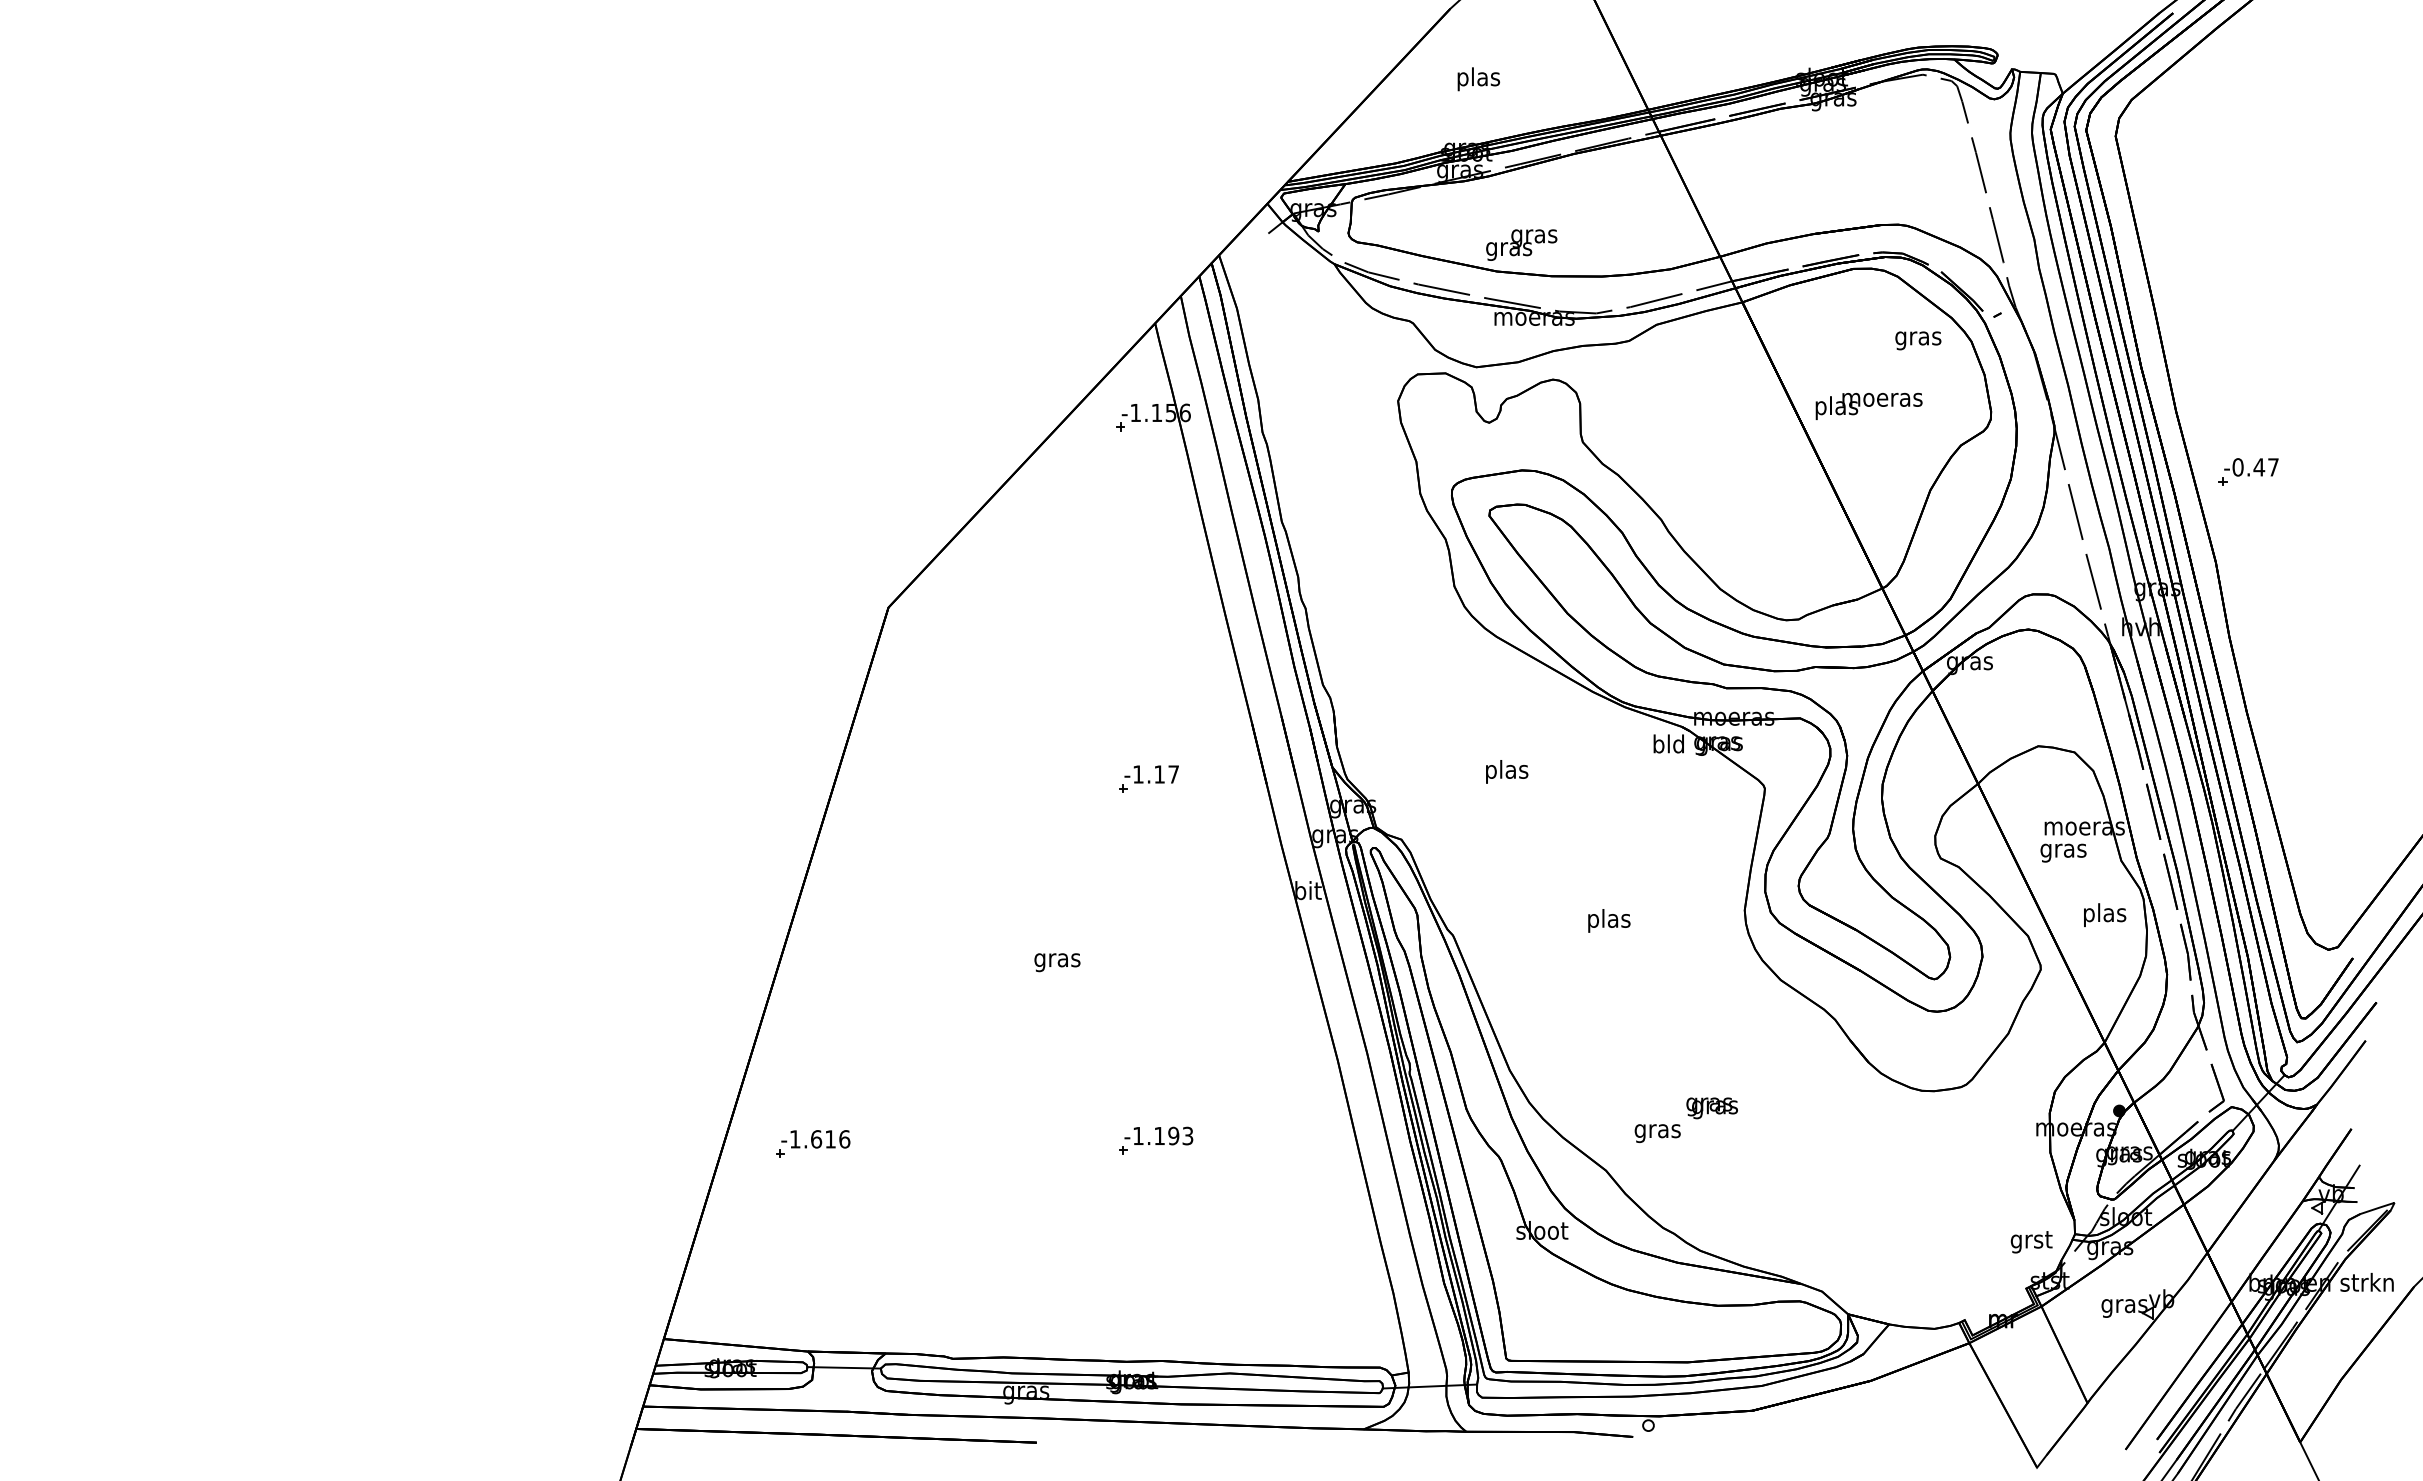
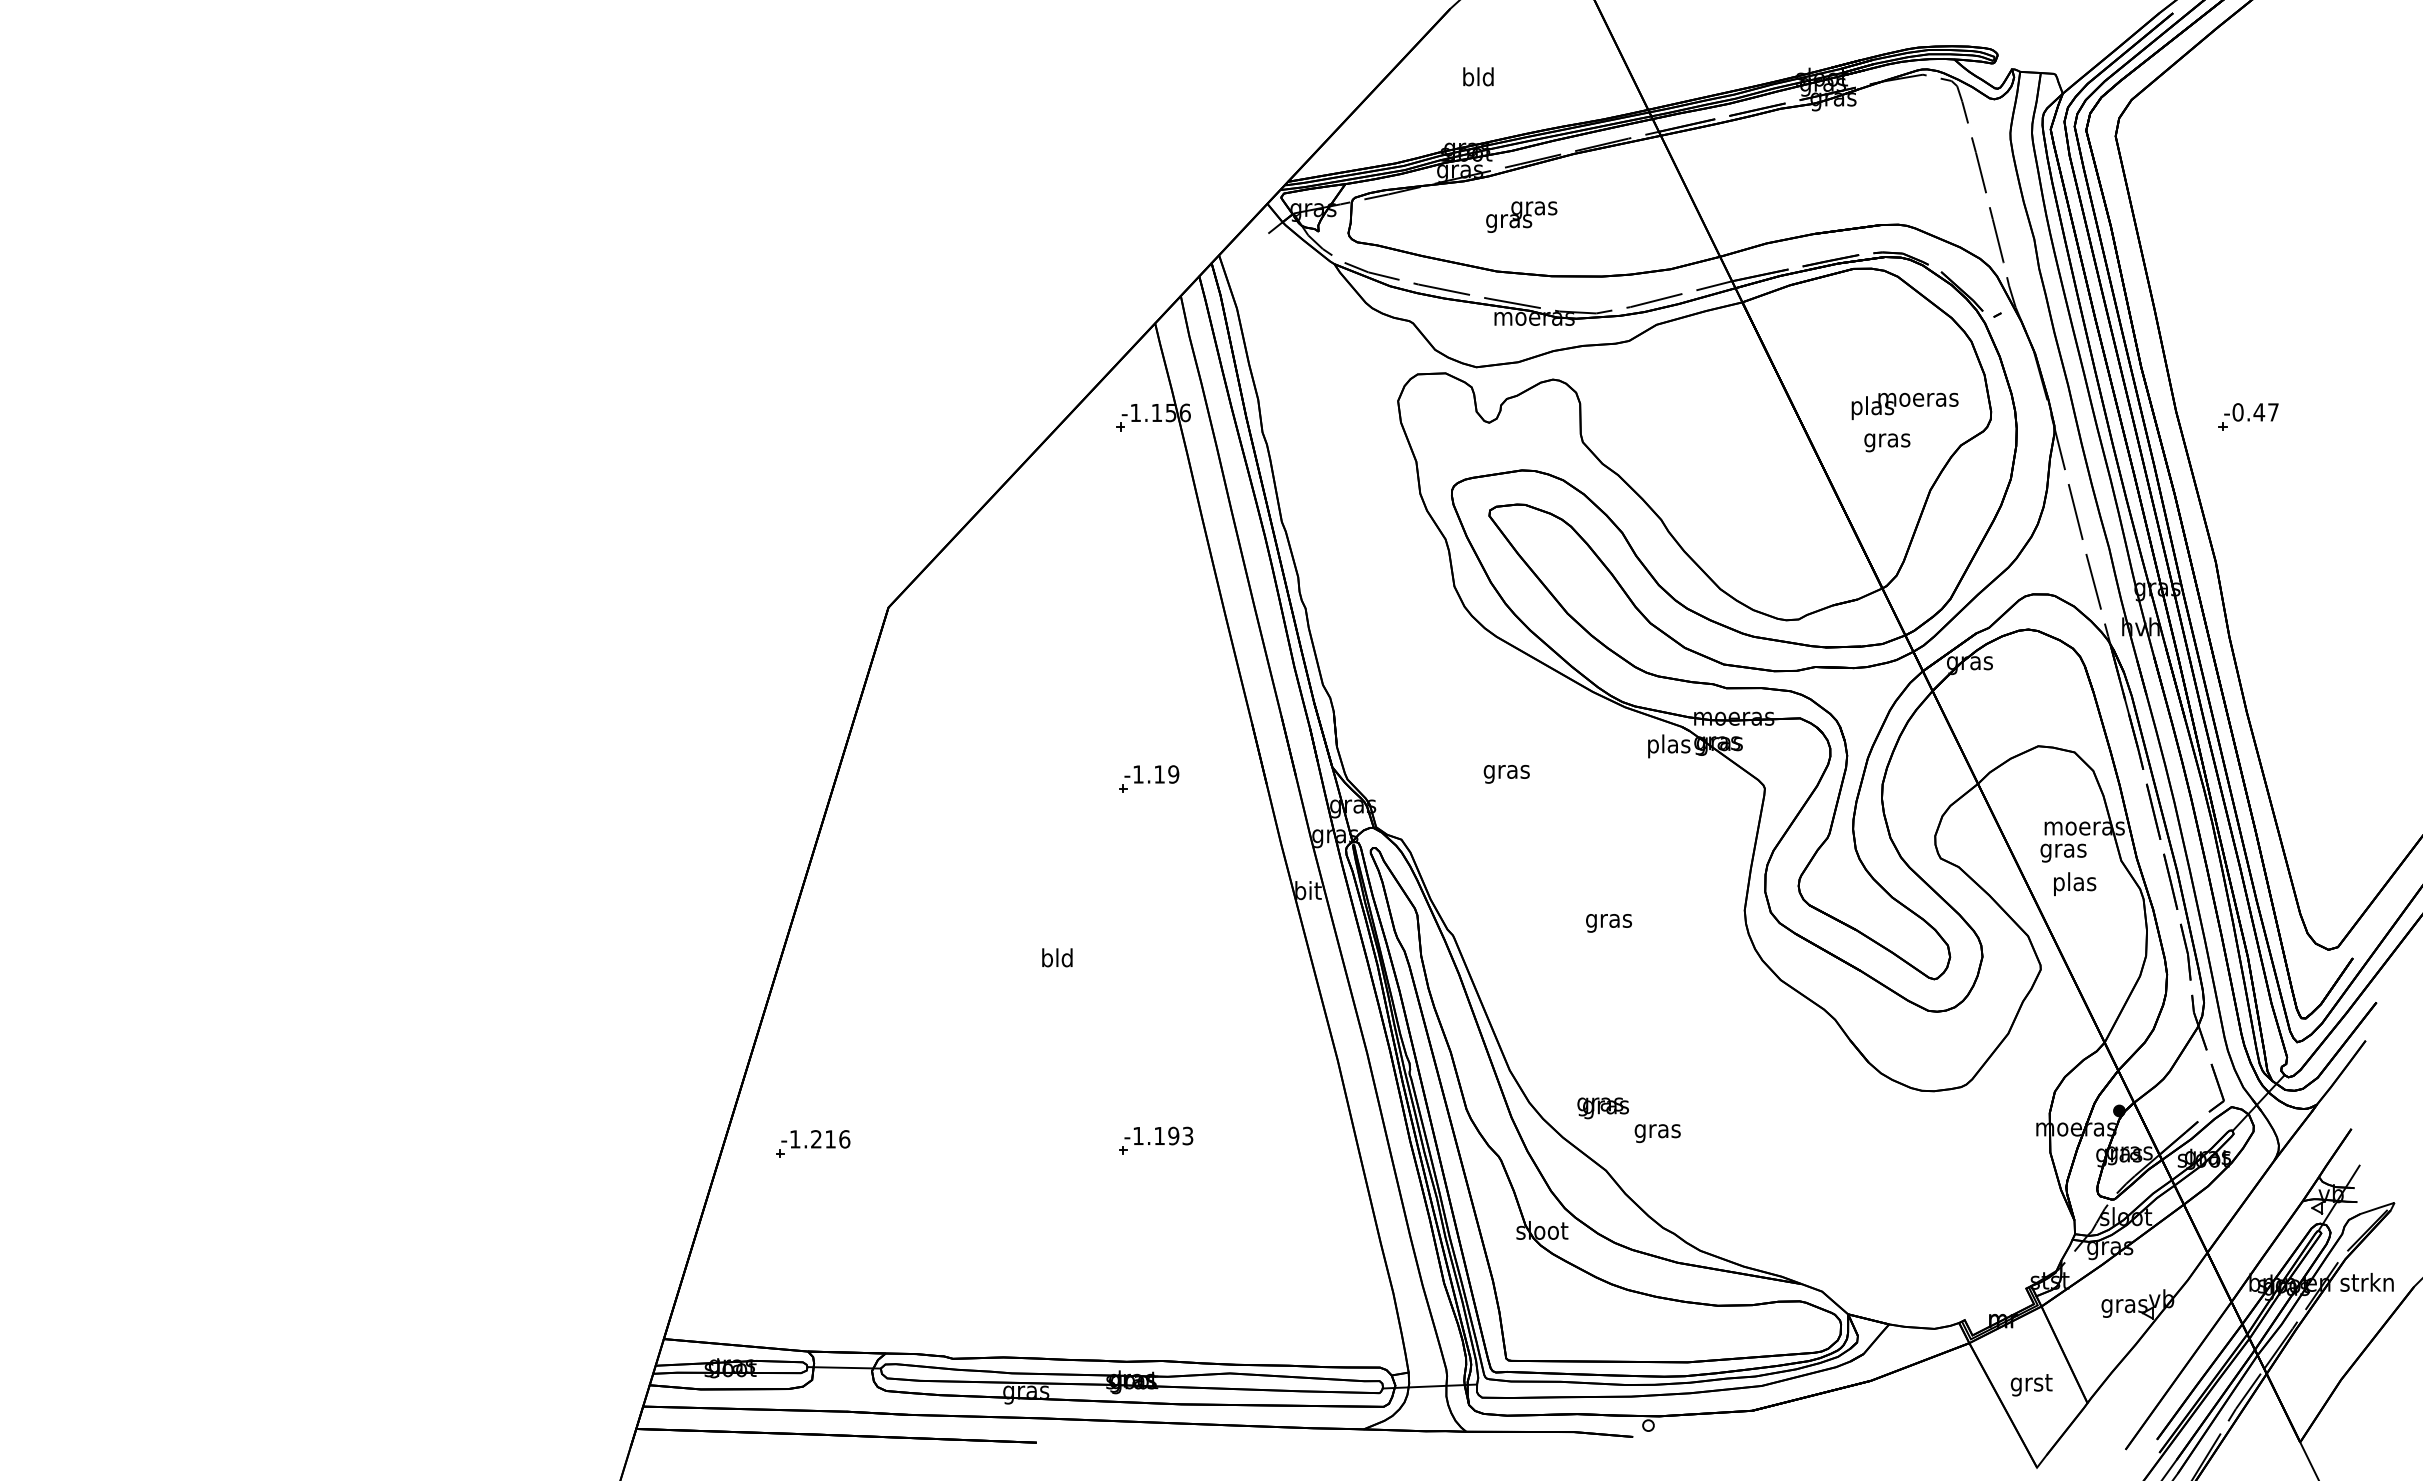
text at (1478, 79): plas -> bld
text at (1521, 244) position: (1521, 244) -> (1521, 216)
text at (1918, 340) position: (1918, 340) -> (1887, 442)
text at (1868, 405) position: (1868, 405) -> (1904, 405)
part at (2248, 471) position: (2248, 471) -> (2248, 416)
text at (1669, 746): bld -> plas
text at (1506, 771): plas -> gras
text at (1173, 774): -1.17 -> -1.19
text at (2105, 915) position: (2105, 915) -> (2075, 884)
text at (1608, 920): plas -> gras
text at (1057, 960): gras -> bld
text at (1711, 1108) position: (1711, 1108) -> (1602, 1108)
text at (816, 1139): -1.616 -> -1.216
text at (2031, 1242) position: (2031, 1242) -> (2031, 1385)
